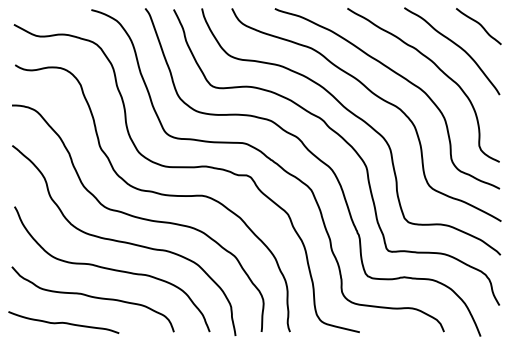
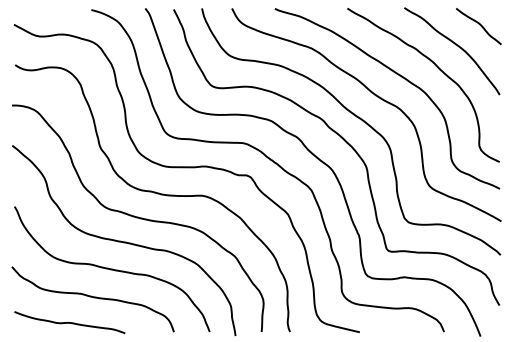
curve at (63, 322) position: (63, 322) -> (69, 322)
